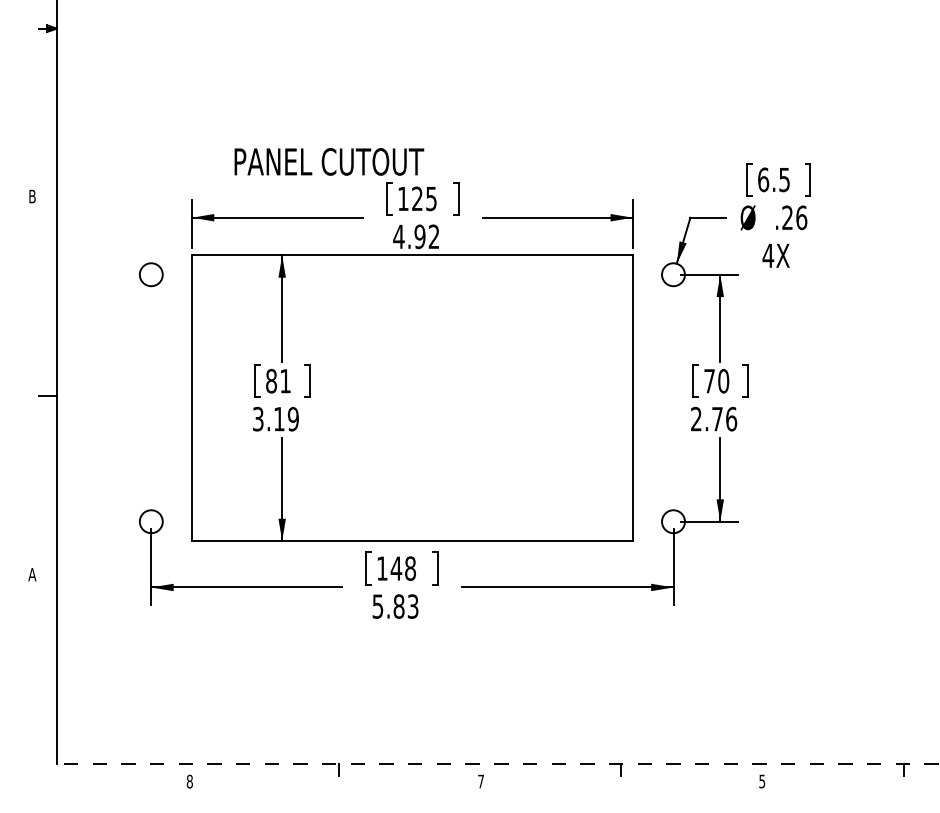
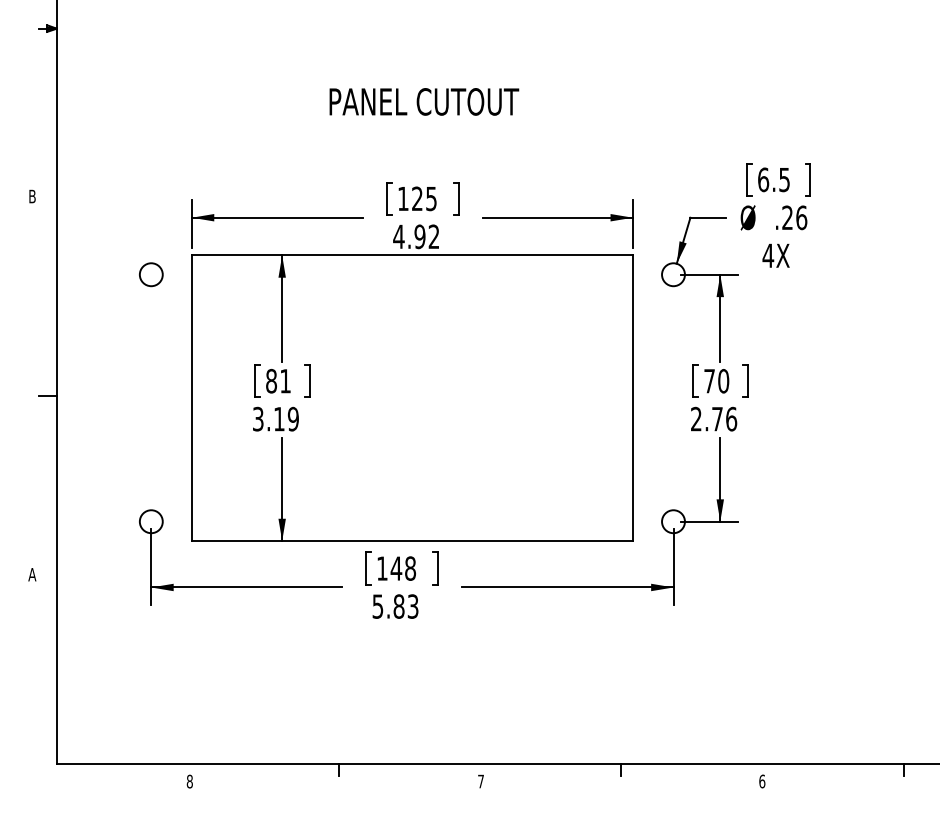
text at (329, 161) position: (329, 161) -> (424, 101)
line at (497, 763): dashed -> solid
text at (762, 781): 5 -> 6
